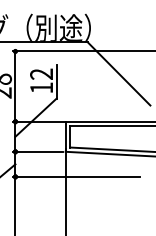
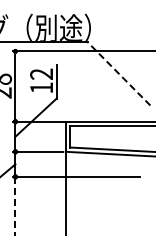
line at (118, 73): solid -> dashed
line at (15, 206): solid -> dashed
